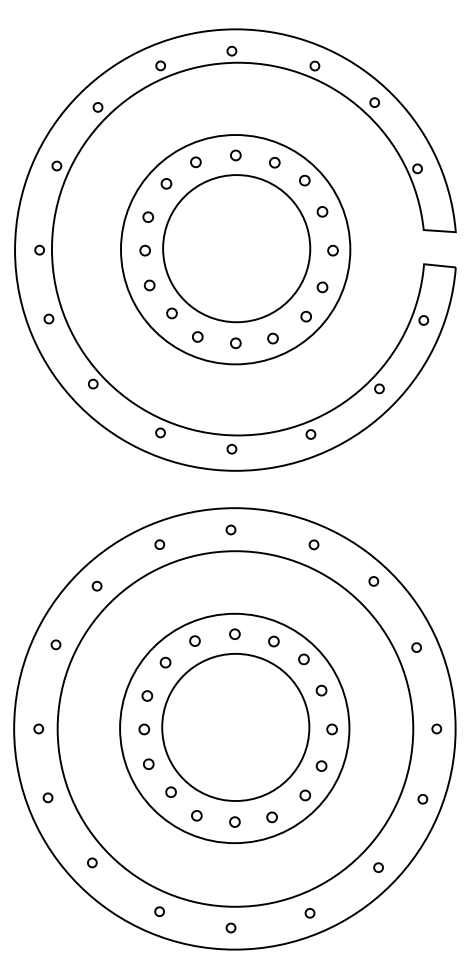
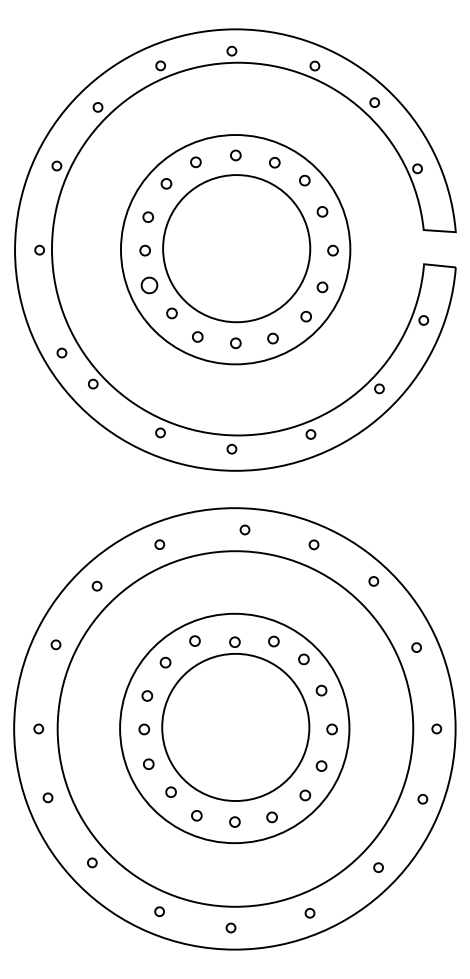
part at (149, 285) size: 12x13 px -> 19x19 px
part at (48, 318) position: (48, 318) -> (61, 352)
part at (230, 529) position: (230, 529) -> (244, 529)
part at (234, 633) position: (234, 633) -> (234, 641)
